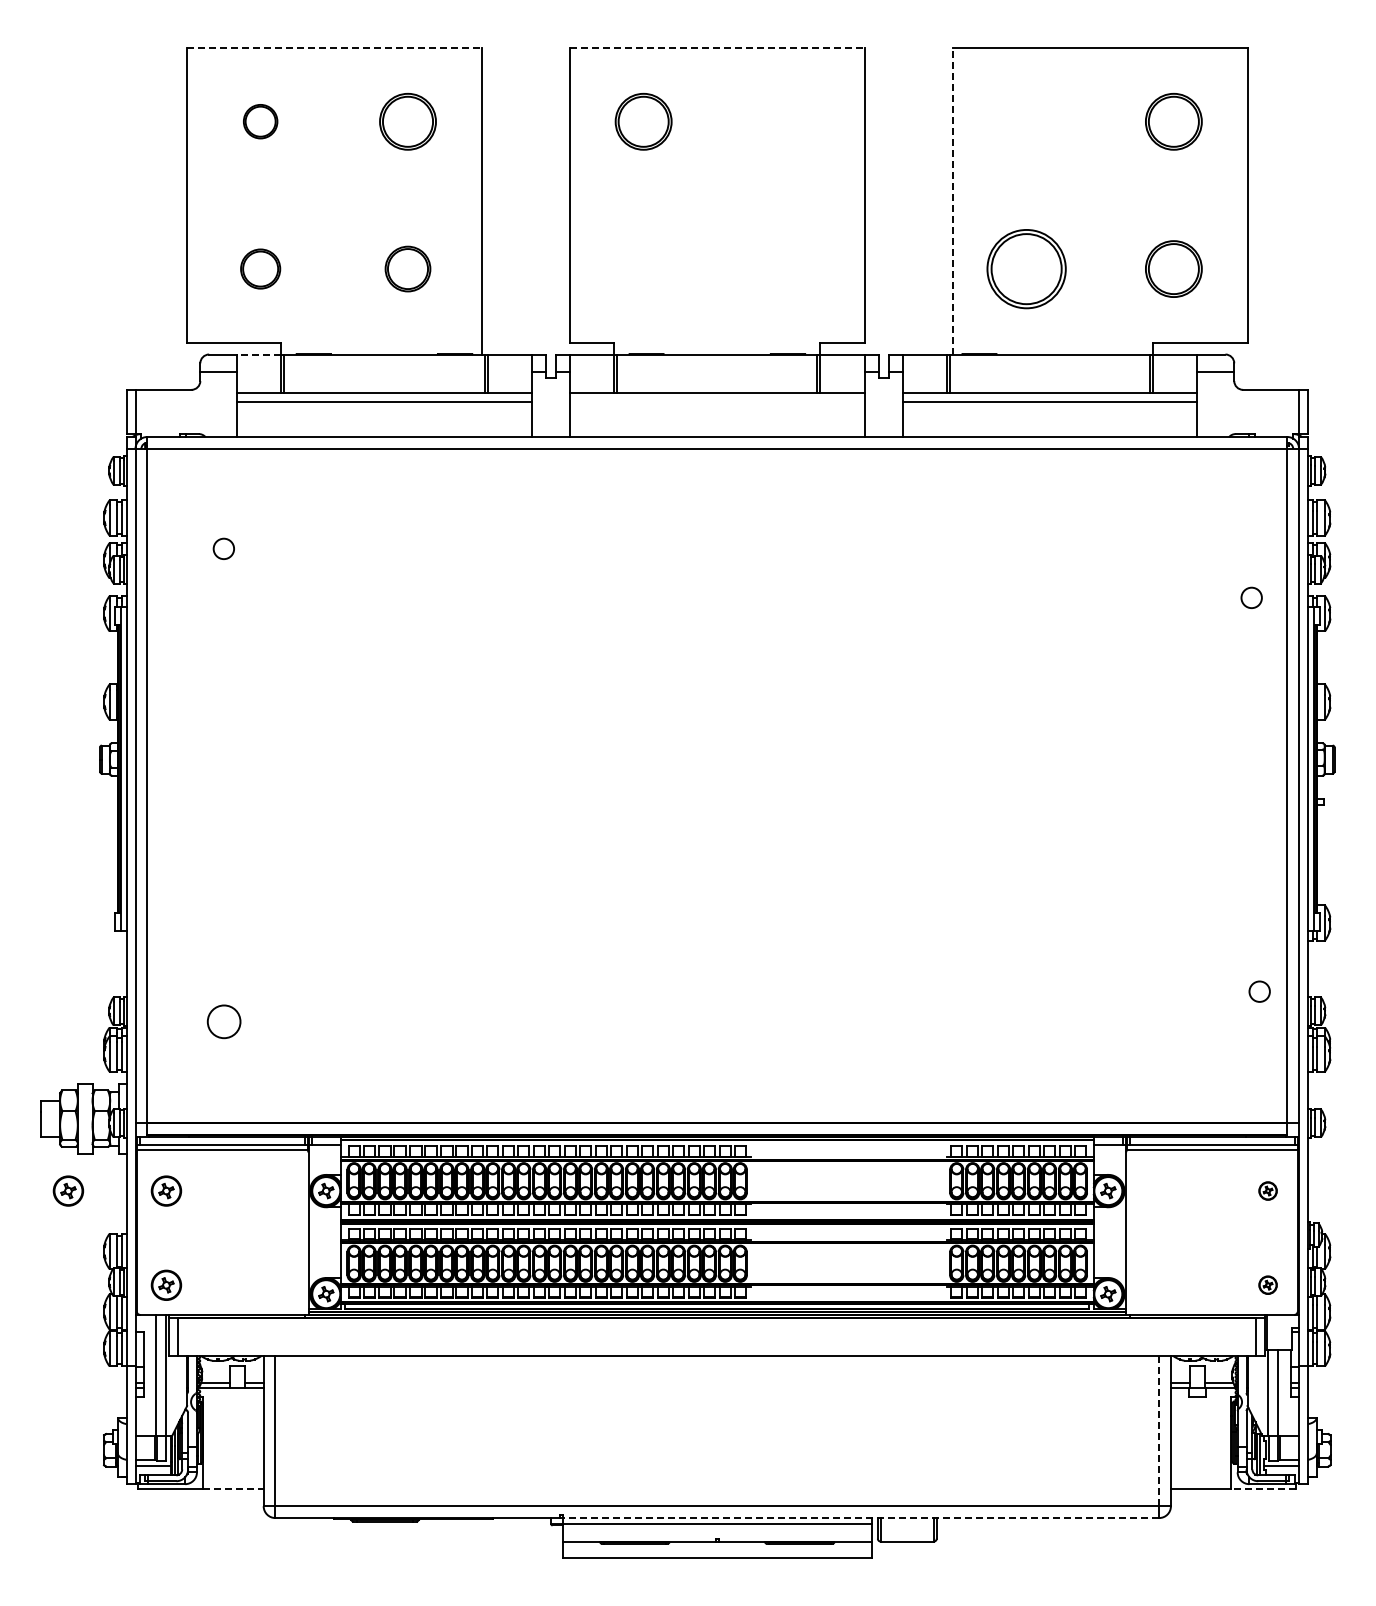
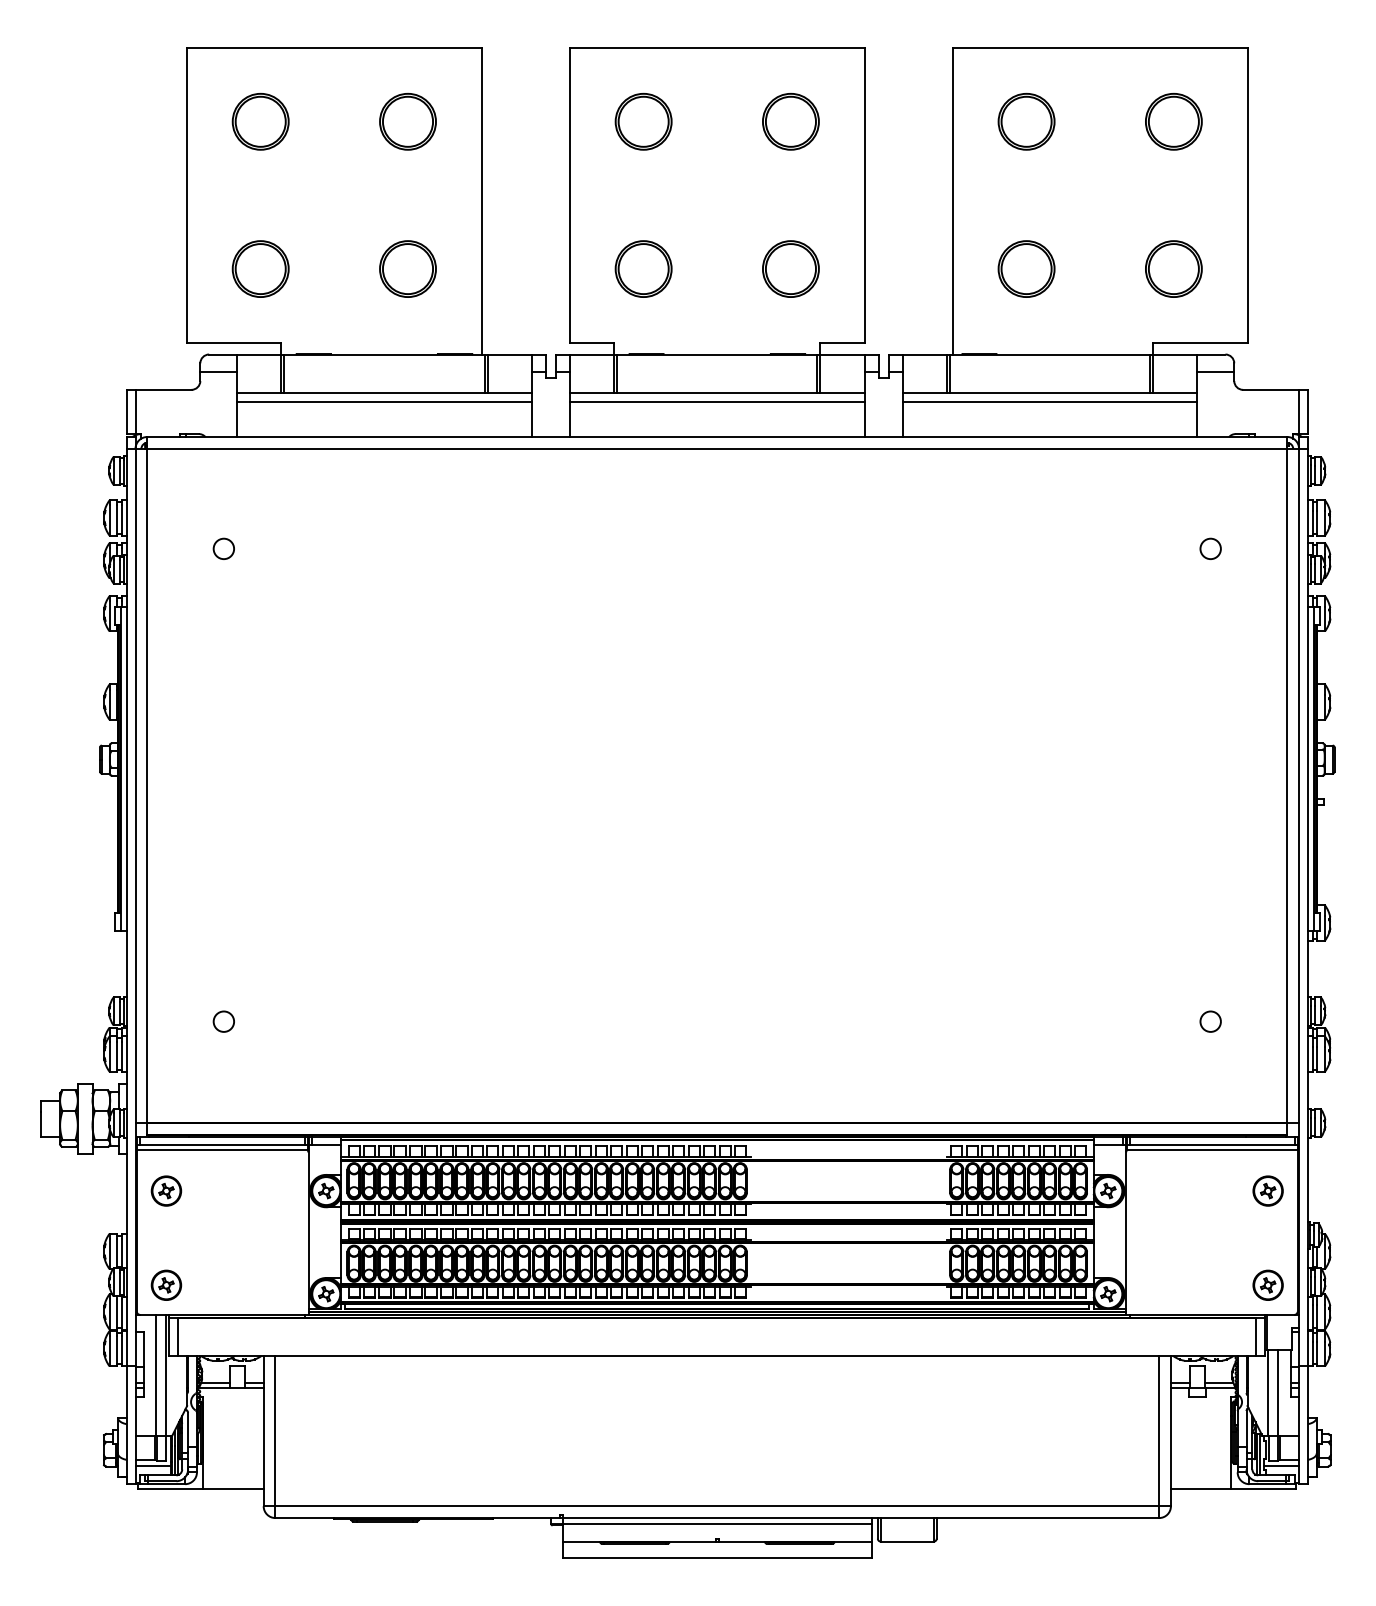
line at (334, 48): dashed -> solid
line at (717, 48): dashed -> solid
part at (260, 121) size: 36x36 px -> 59x59 px
part at (790, 121): none -> present
part at (1026, 121): none -> present
line at (952, 200): dashed -> solid
part at (260, 268) size: 42x42 px -> 59x58 px
part at (407, 268) size: 48x48 px -> 58x58 px
part at (643, 268): none -> present
part at (790, 268): none -> present
part at (1026, 269) size: 81x81 px -> 59x58 px
line at (258, 354): dashed -> solid
line at (717, 401): none -> present
circle at (1251, 597) position: (1251, 597) -> (1210, 548)
circle at (1259, 991) position: (1259, 991) -> (1210, 1021)
circle at (223, 1021) size: 36x36 px -> 23x23 px
part at (68, 1190): present -> none
part at (1267, 1190) size: 20x20 px -> 32x32 px
part at (1267, 1284) size: 20x20 px -> 32x32 px
line at (1159, 1430): dashed -> solid
line at (233, 1488): dashed -> solid
line at (1263, 1488): dashed -> solid
line at (860, 1518): dashed -> solid
